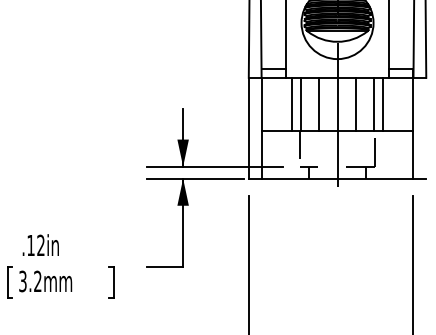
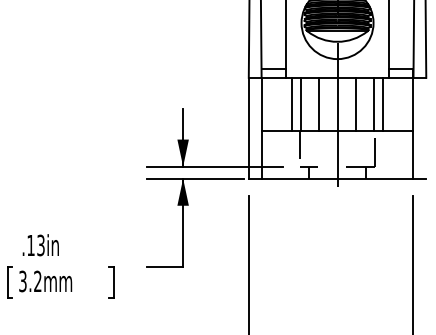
text at (40, 245): .12in -> .13in
